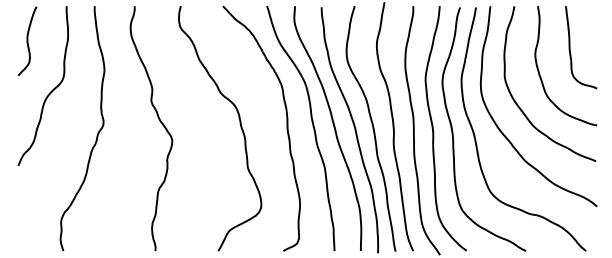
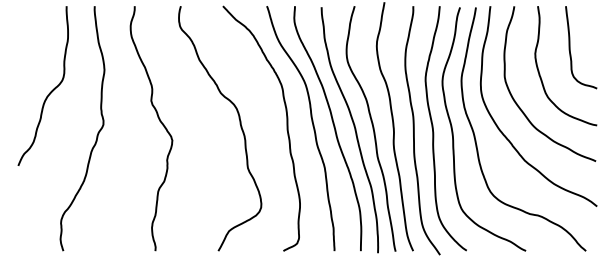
curve at (27, 40): present -> none
